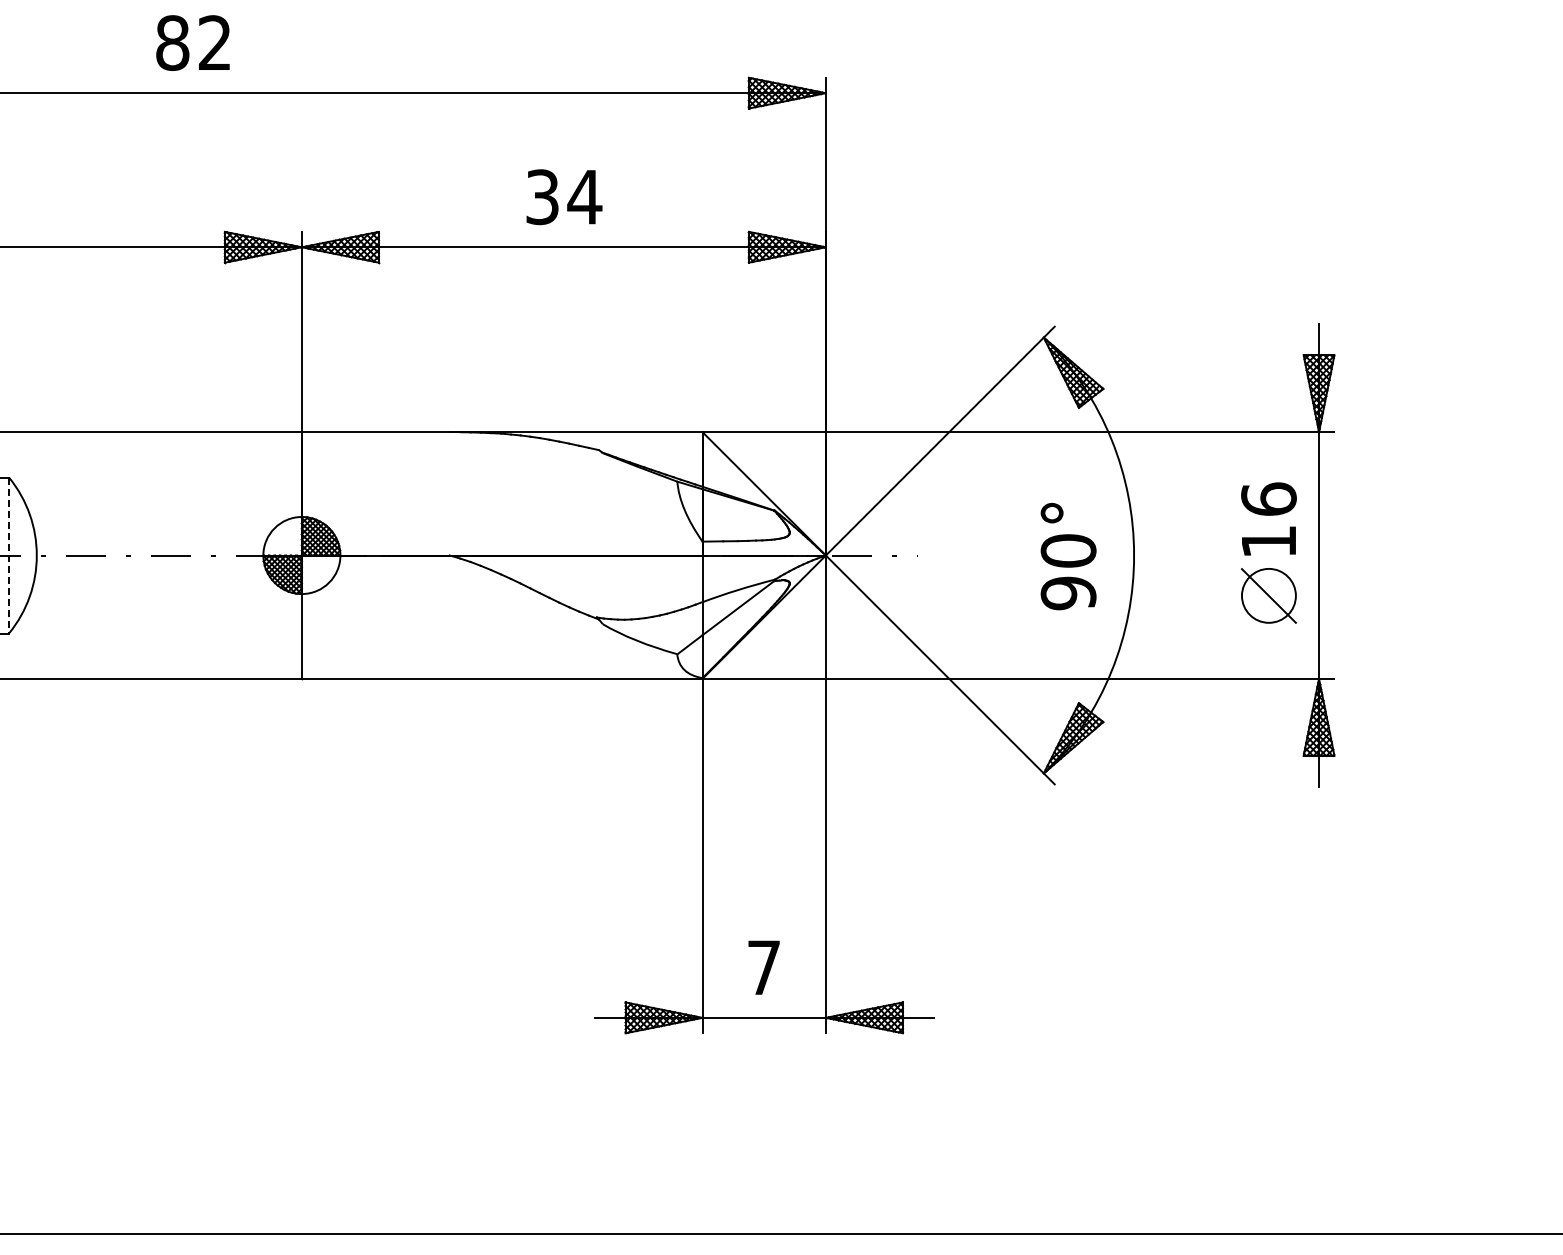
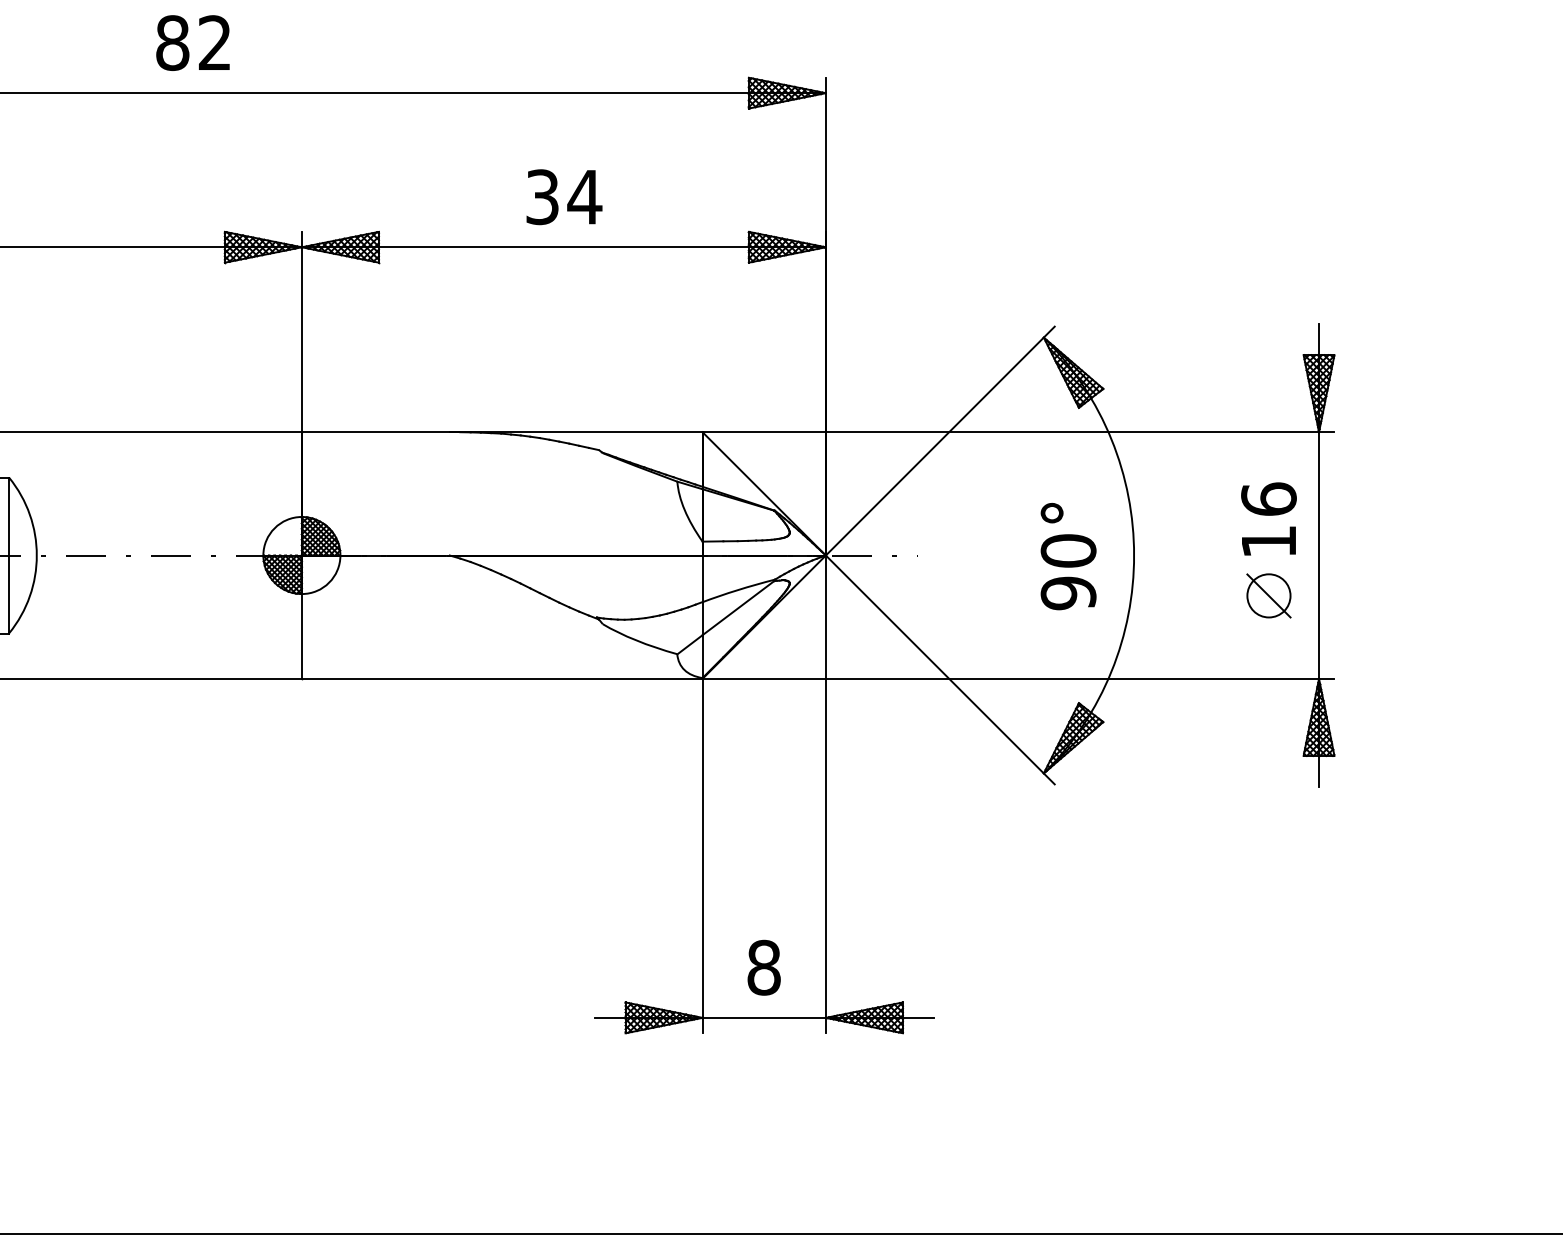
line at (9, 555): dashed -> solid
part at (1268, 595) size: 56x56 px -> 46x46 px
text at (763, 967): 7 -> 8
